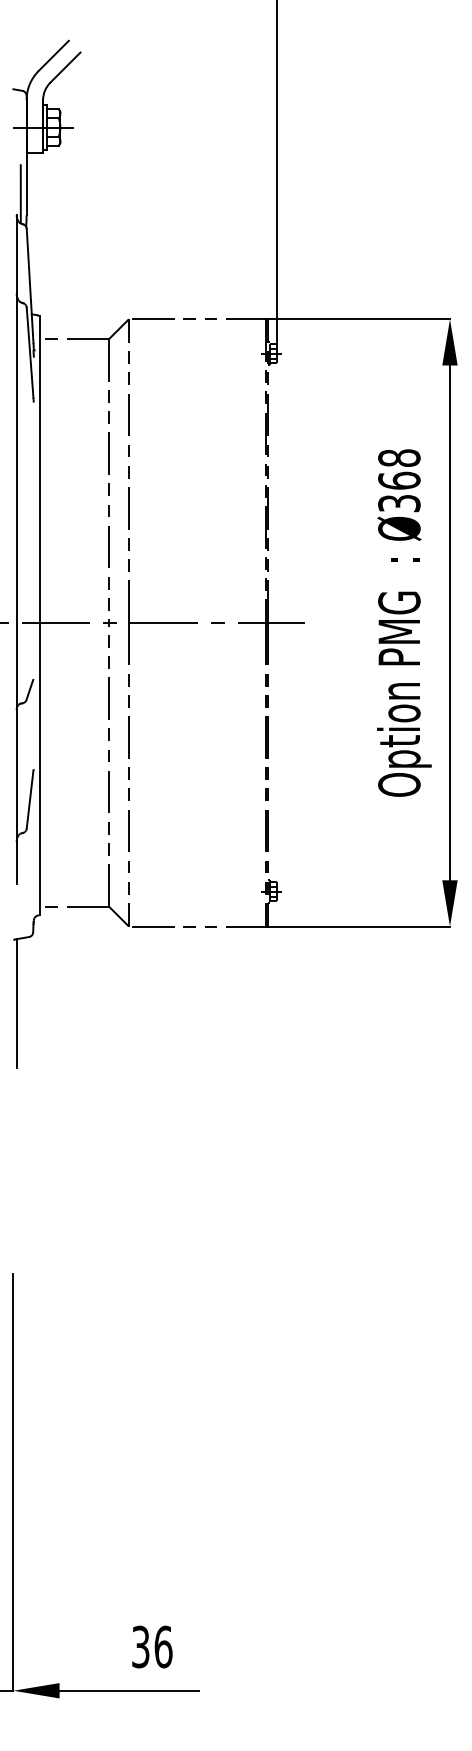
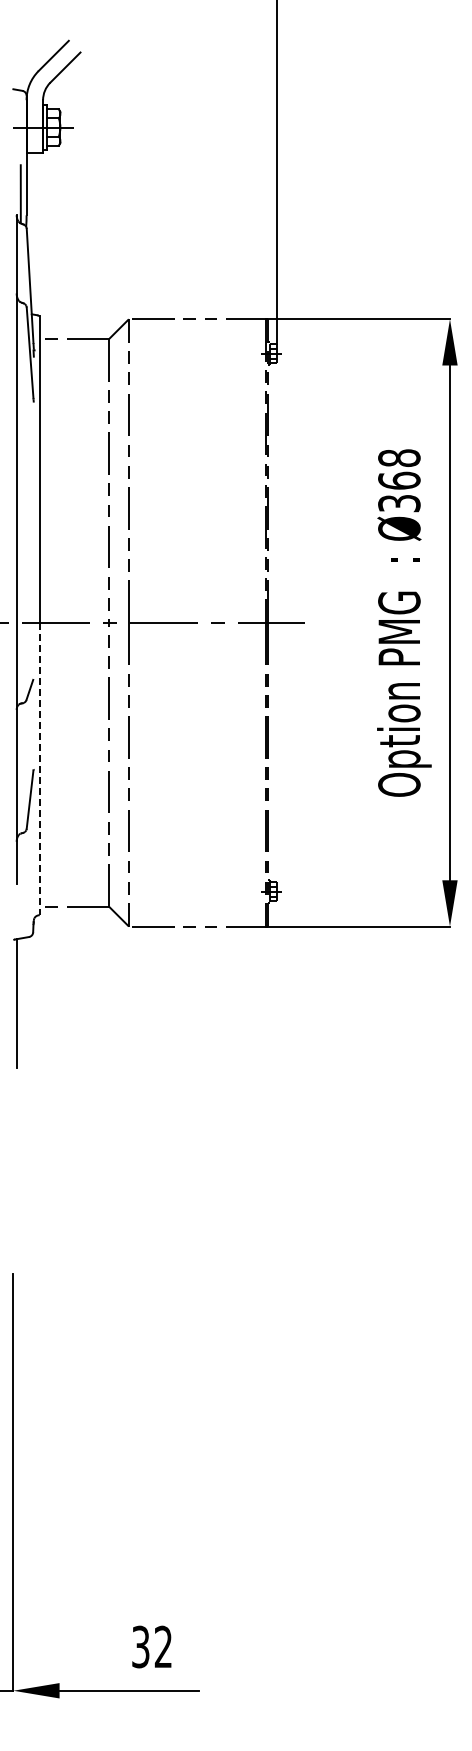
line at (39, 769): solid -> dashed
text at (163, 1646): 36 -> 32
